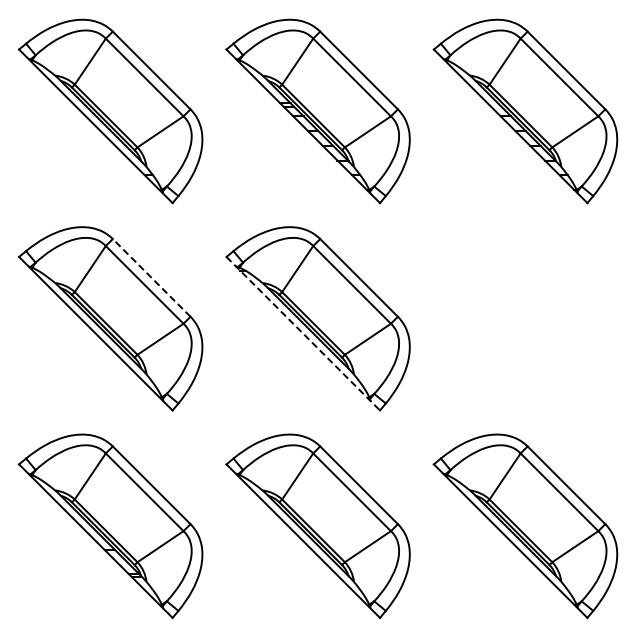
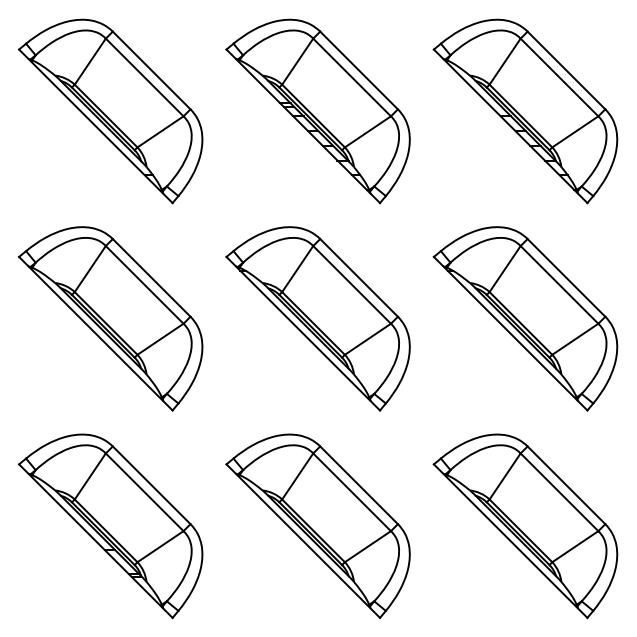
line at (151, 277): dashed -> solid
part at (525, 318): none -> present
line at (303, 333): dashed -> solid
